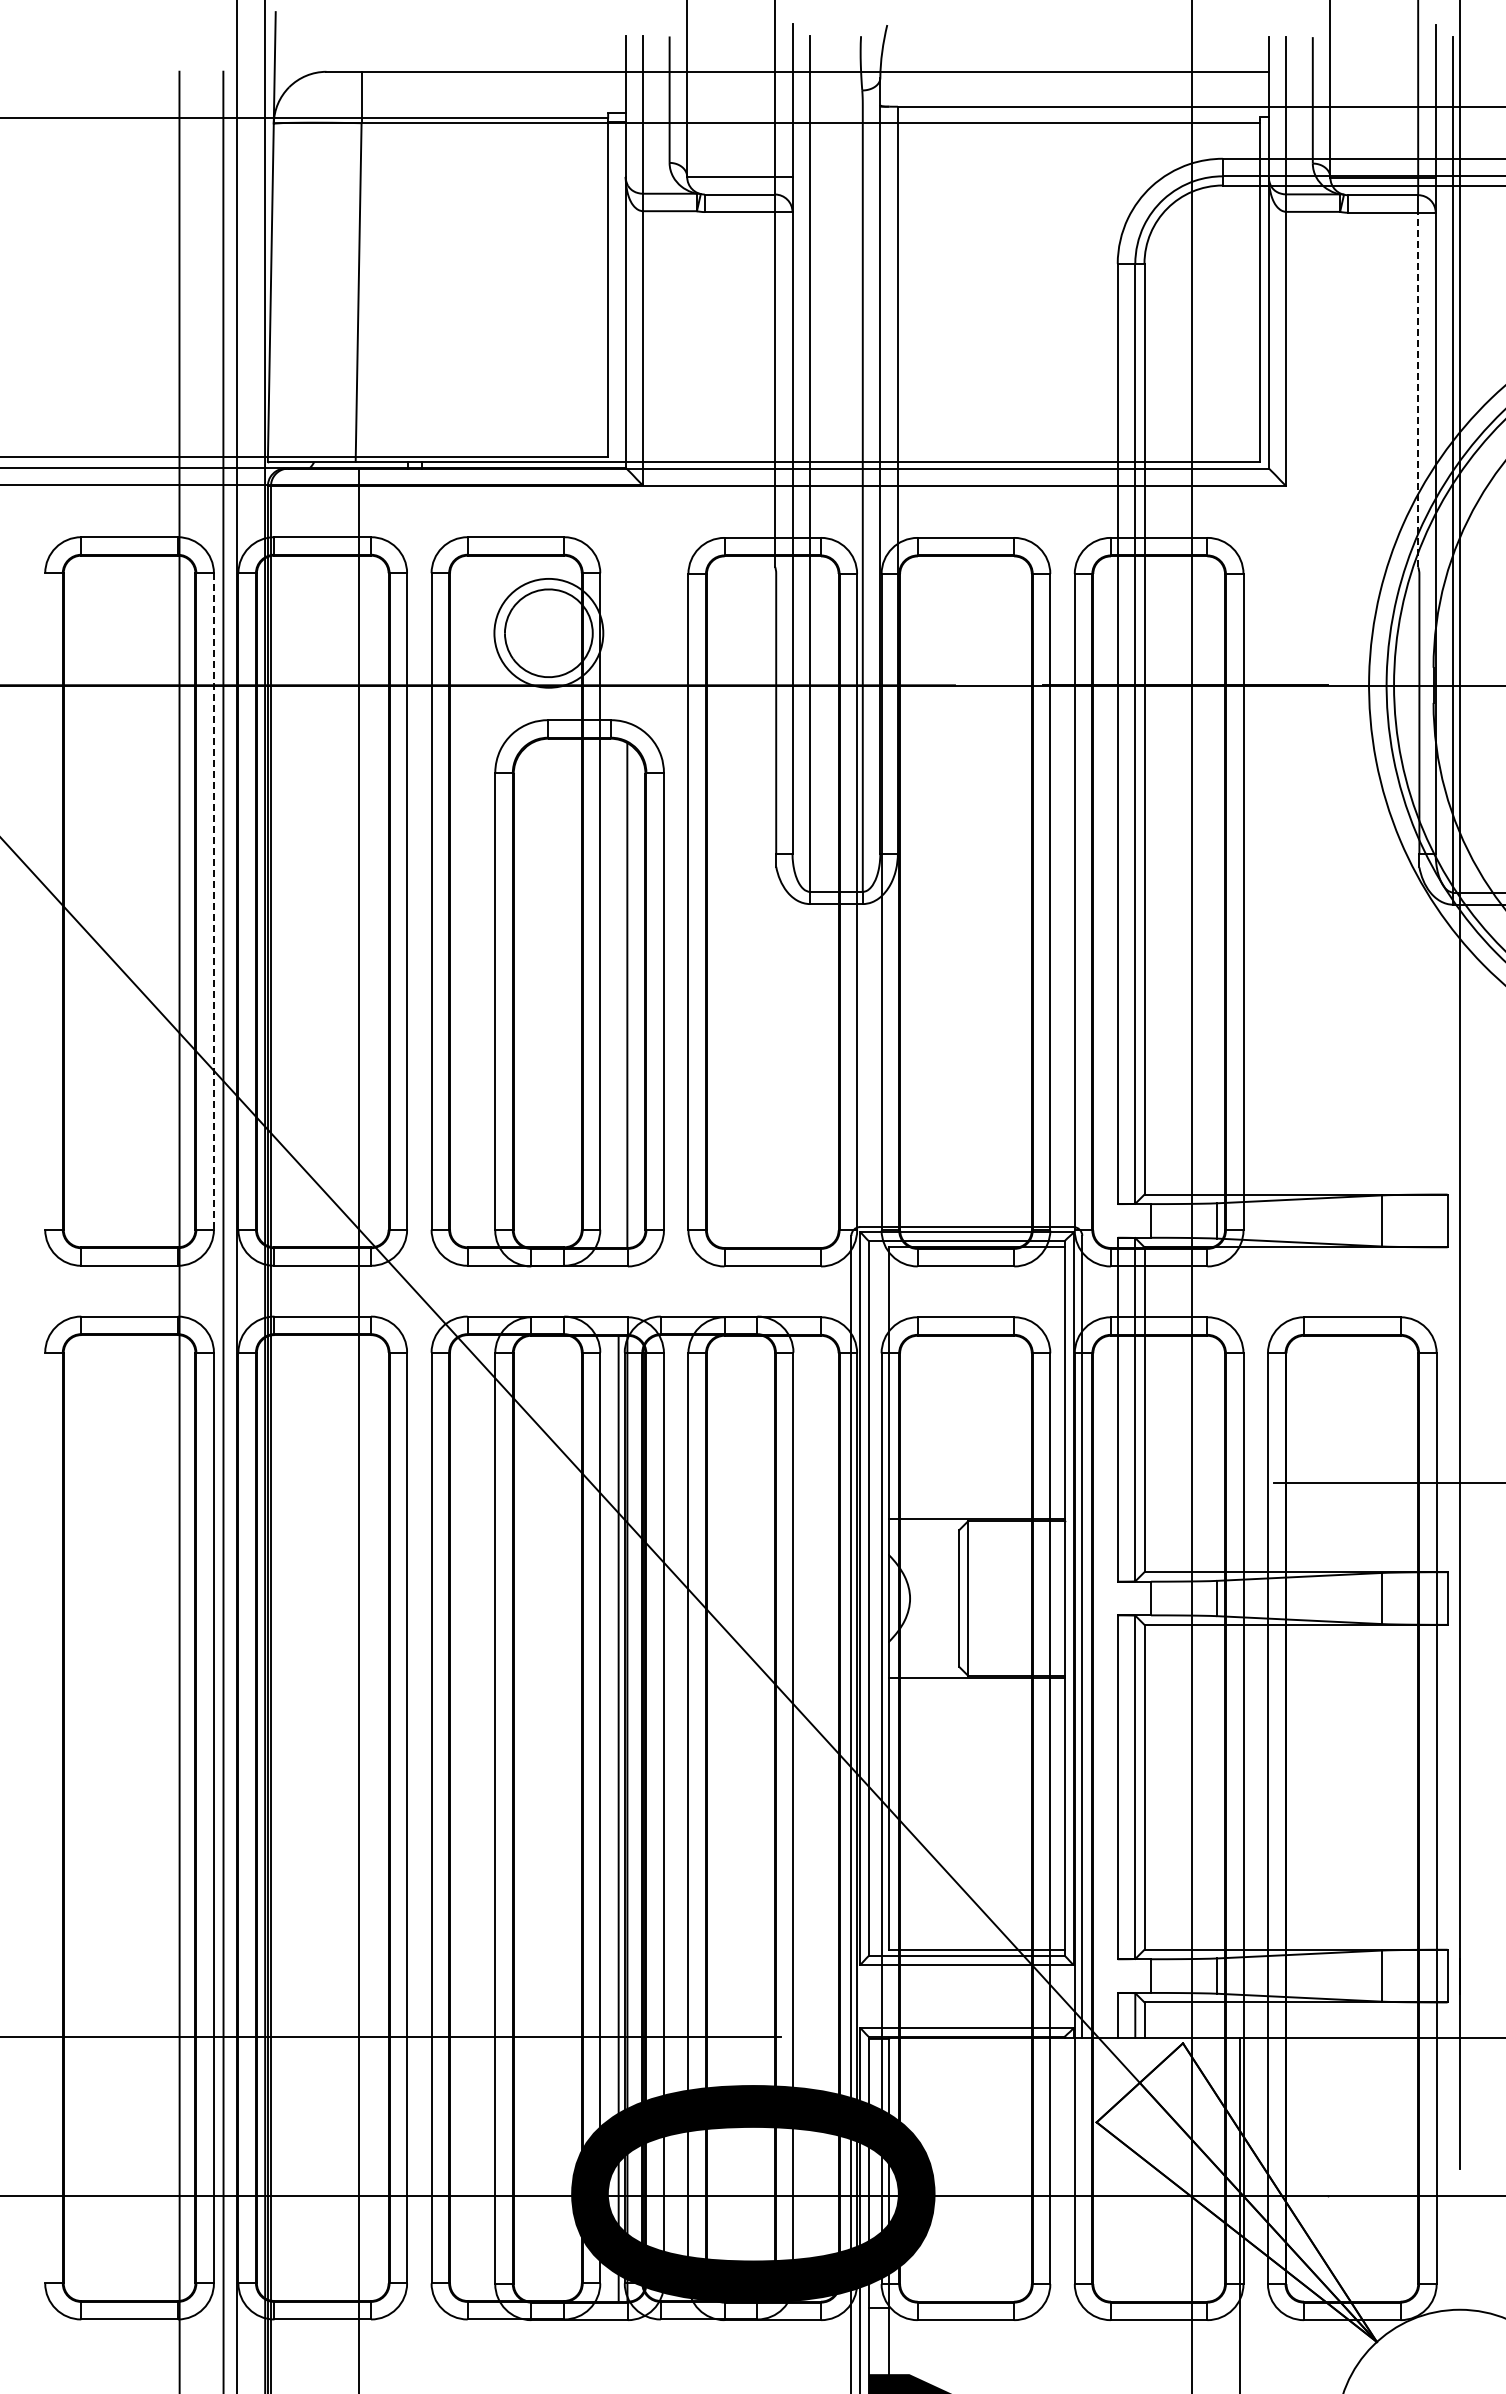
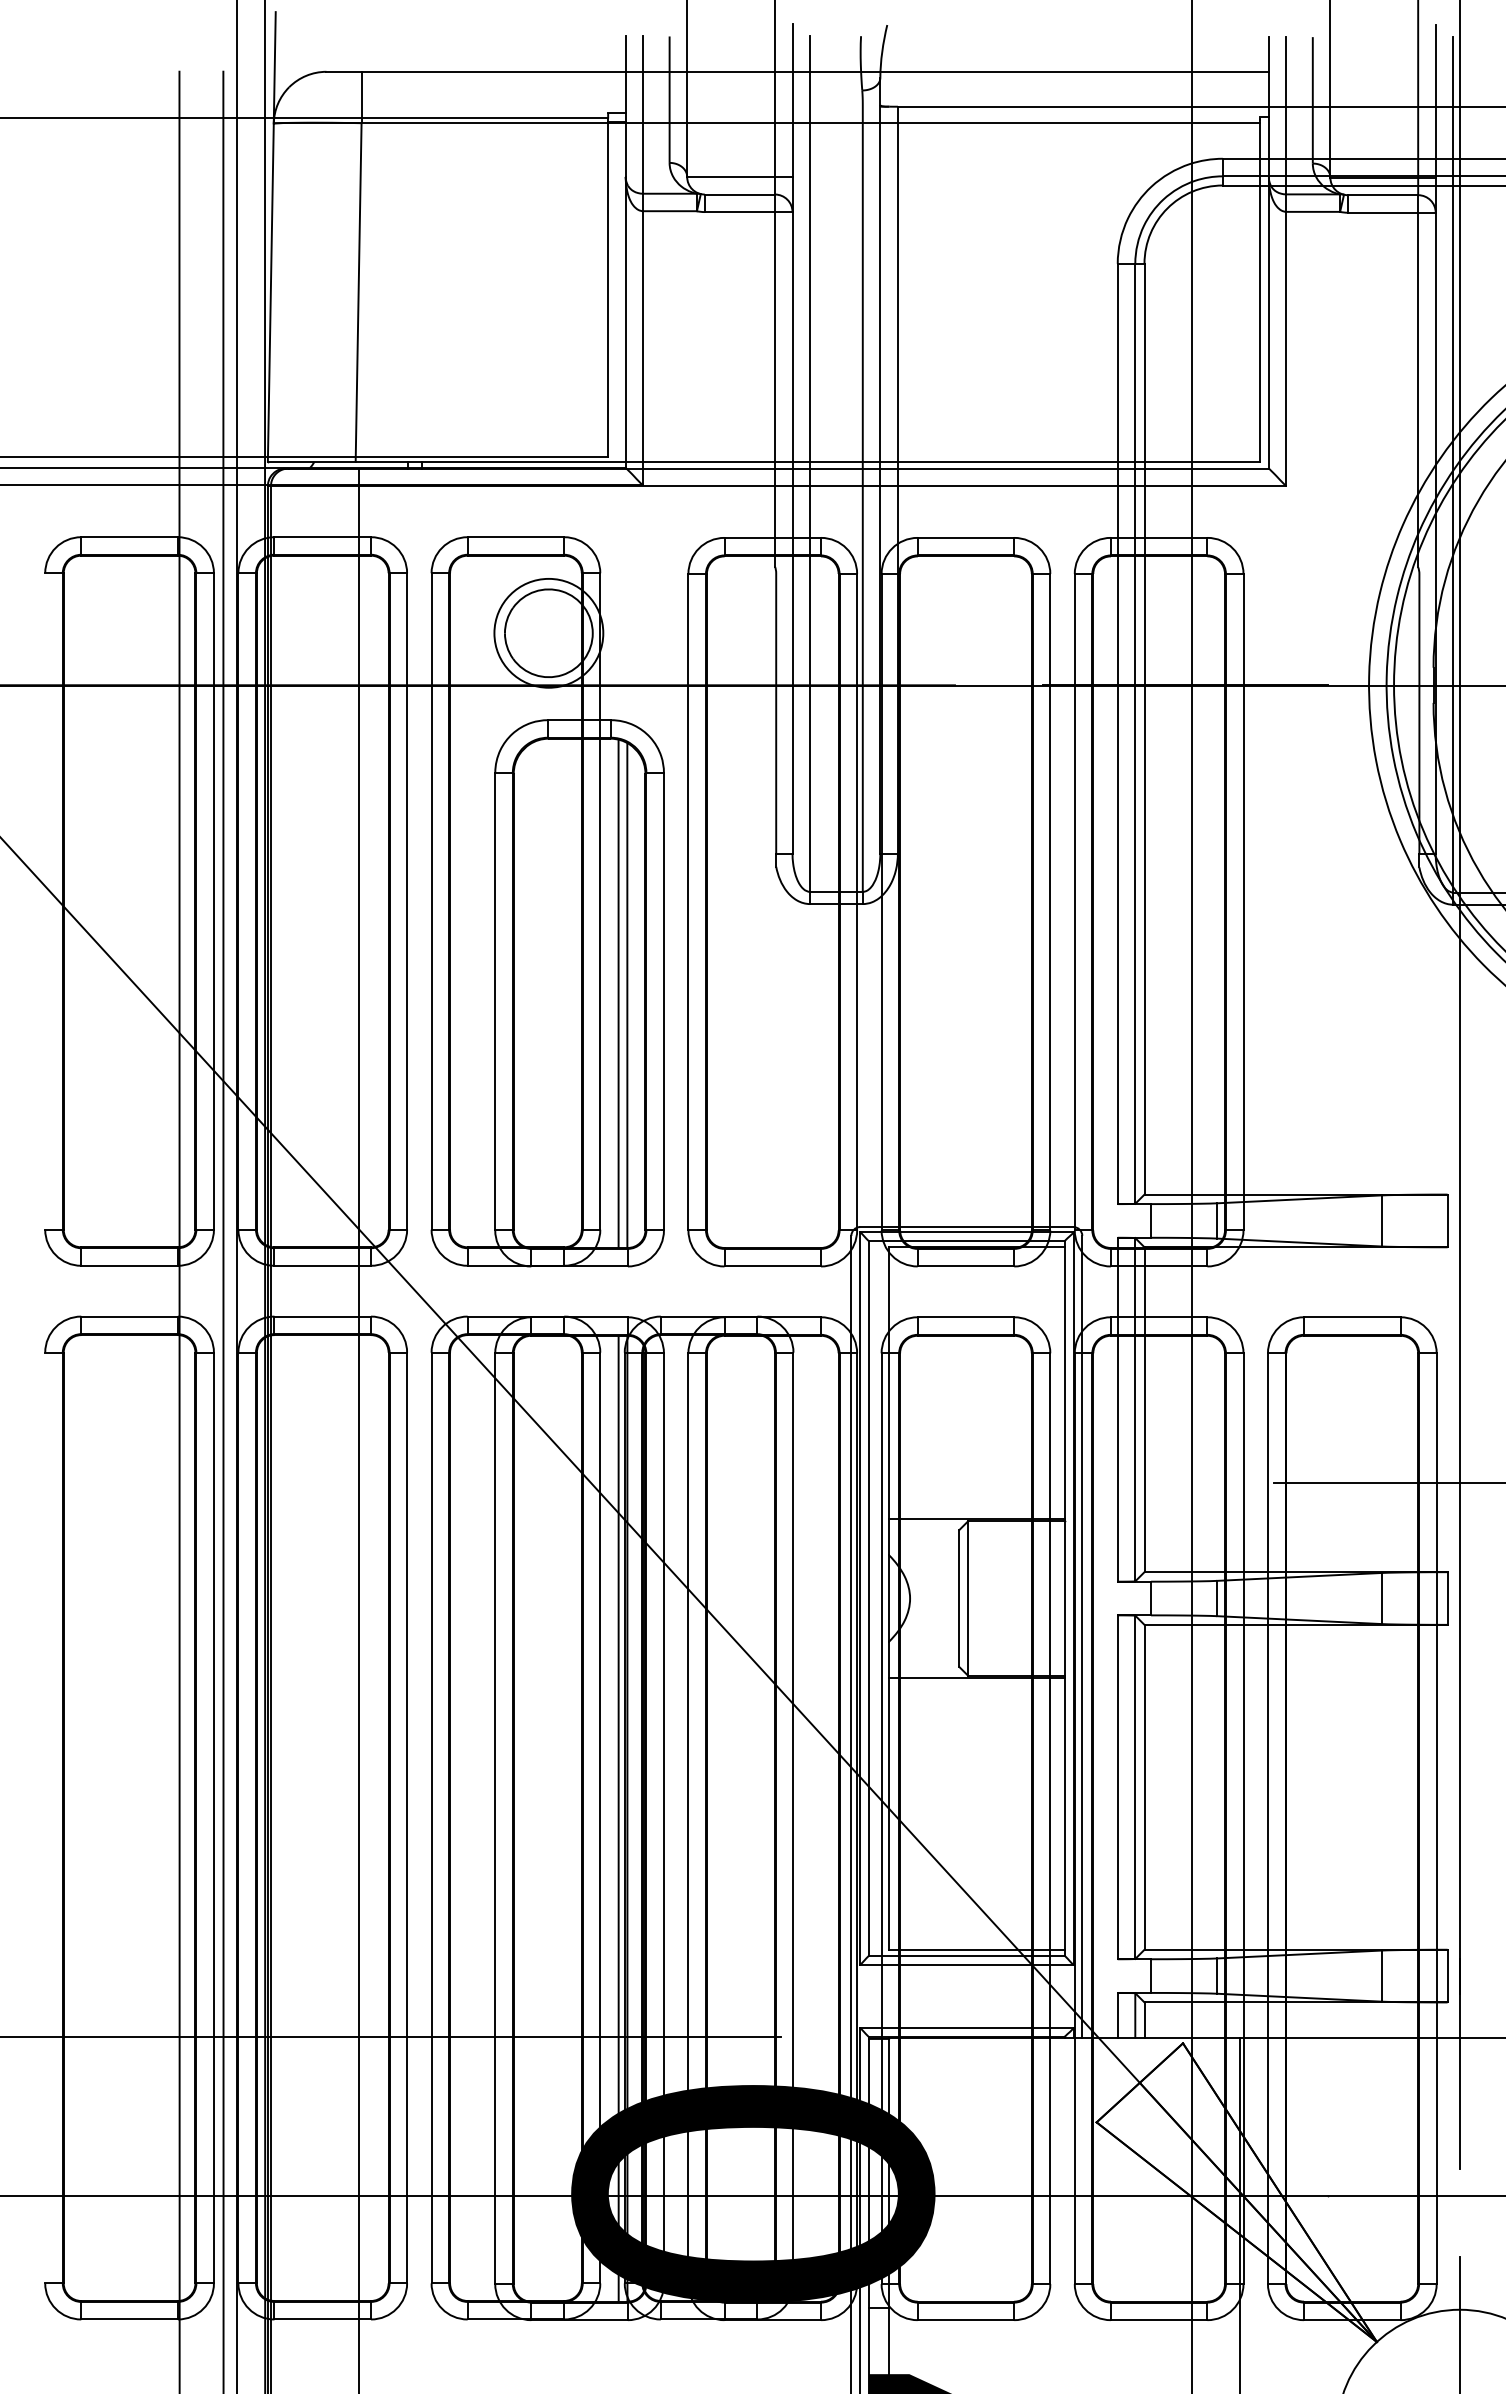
line at (1418, 389): dashed -> solid
line at (213, 902): dashed -> solid
line at (618, 993): none -> present
line at (1459, 2323): none -> present
